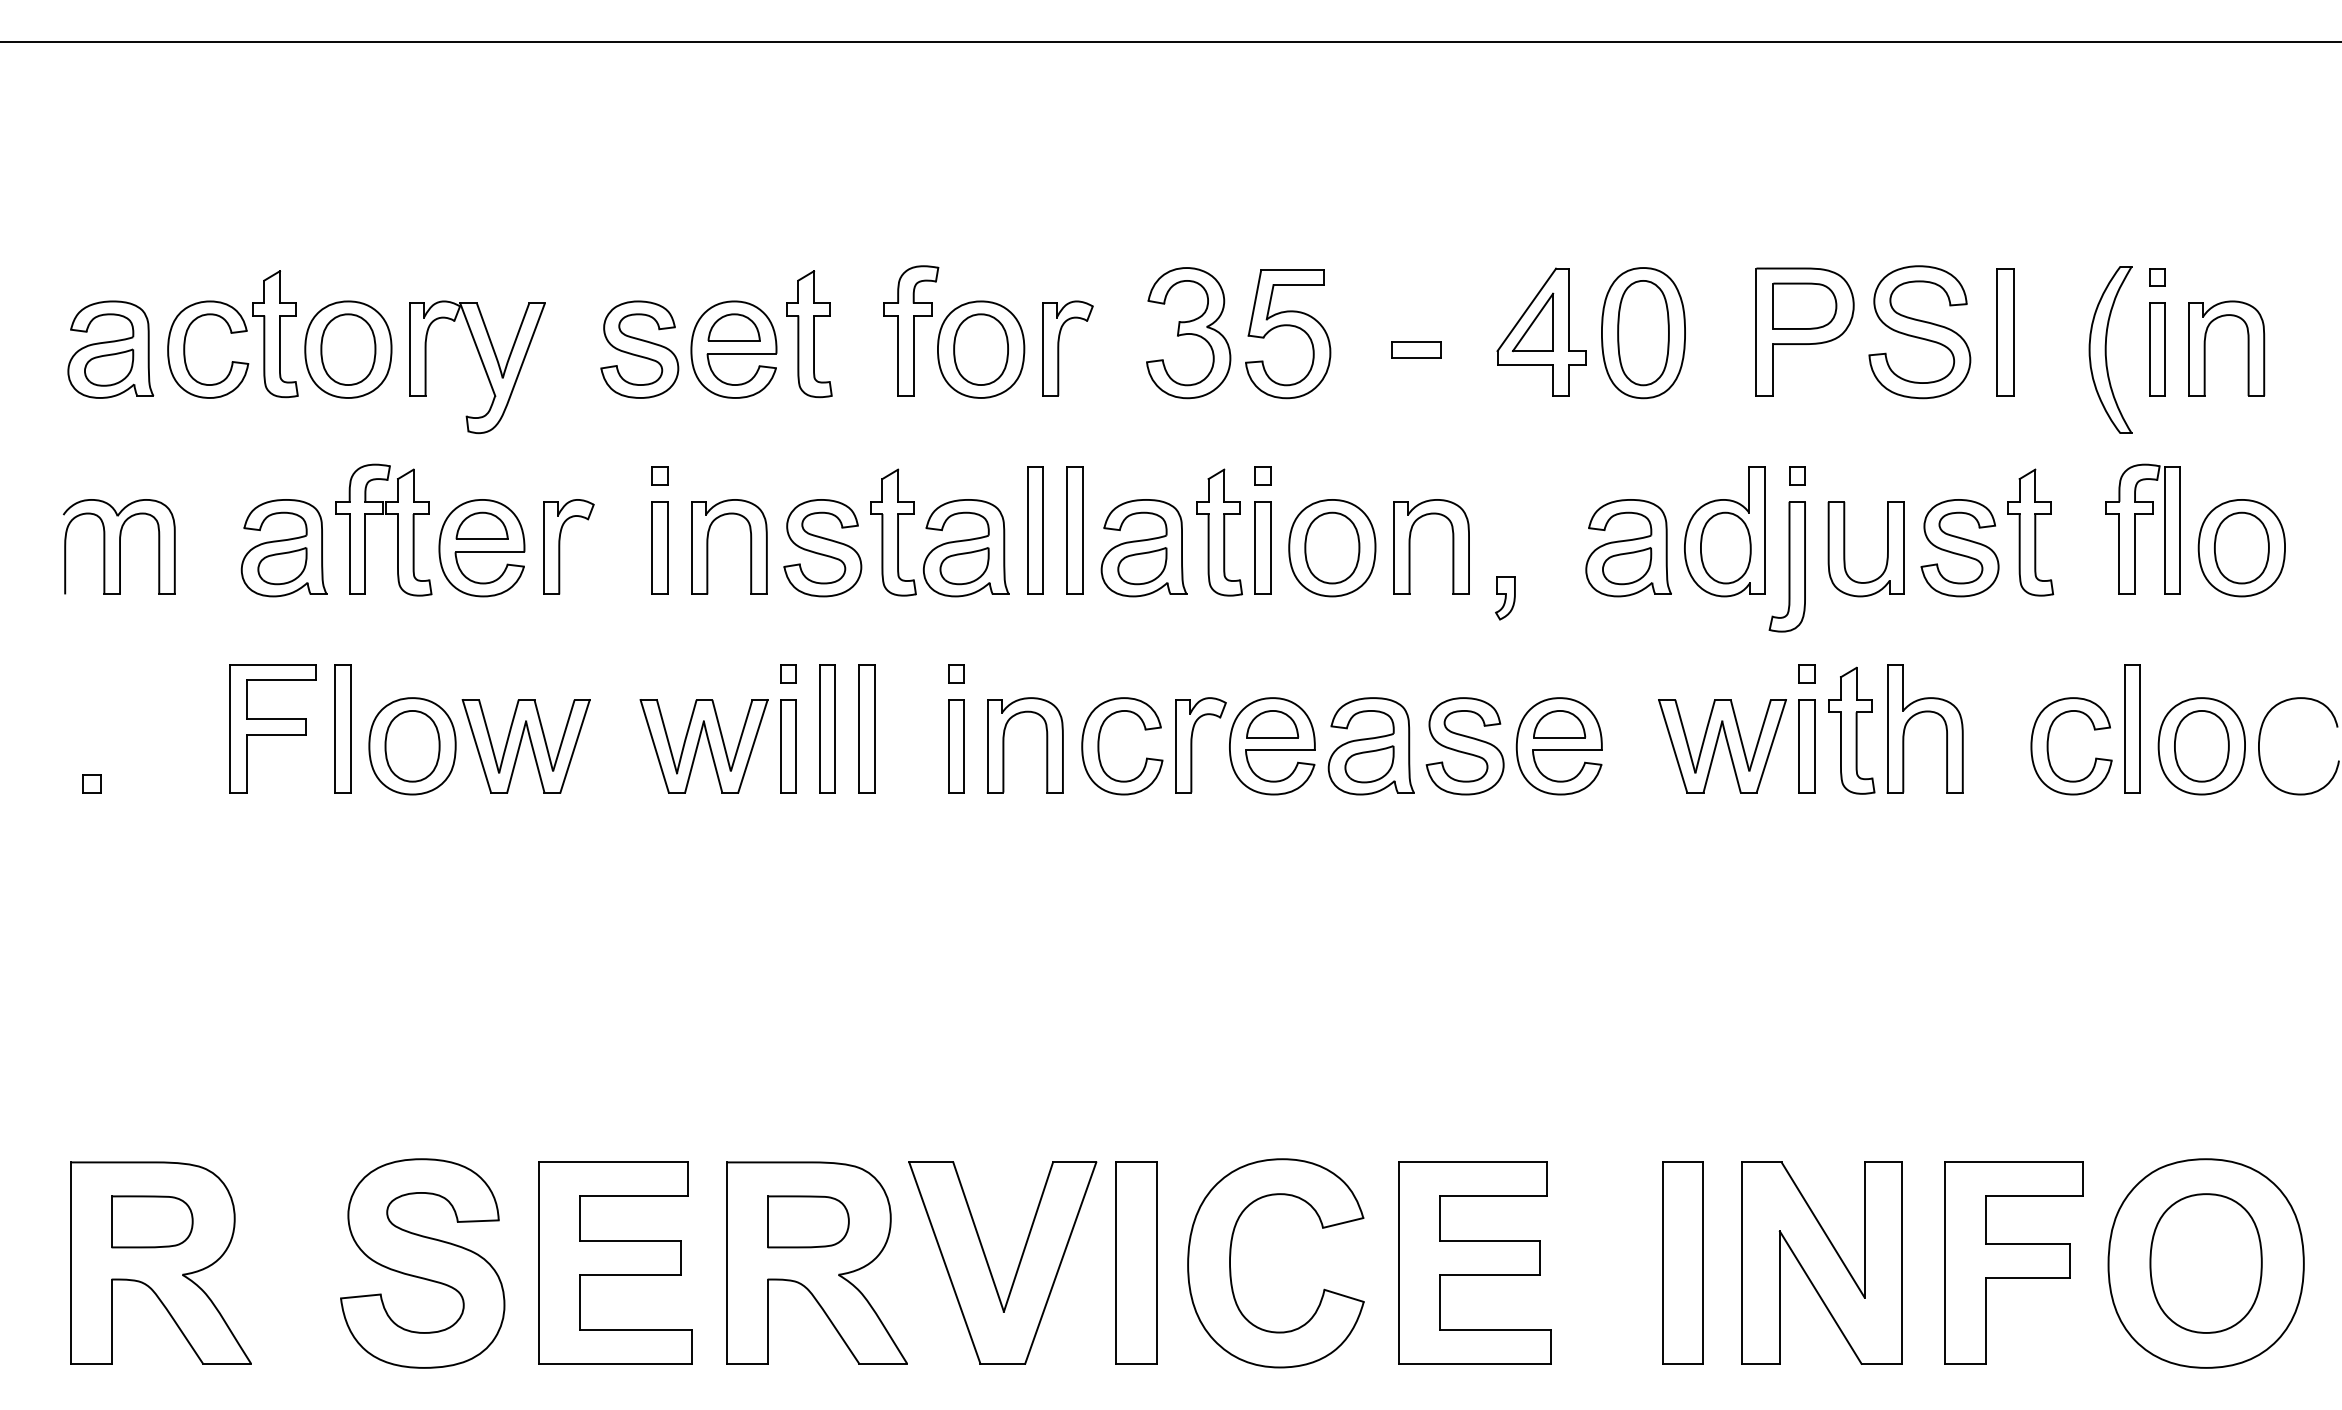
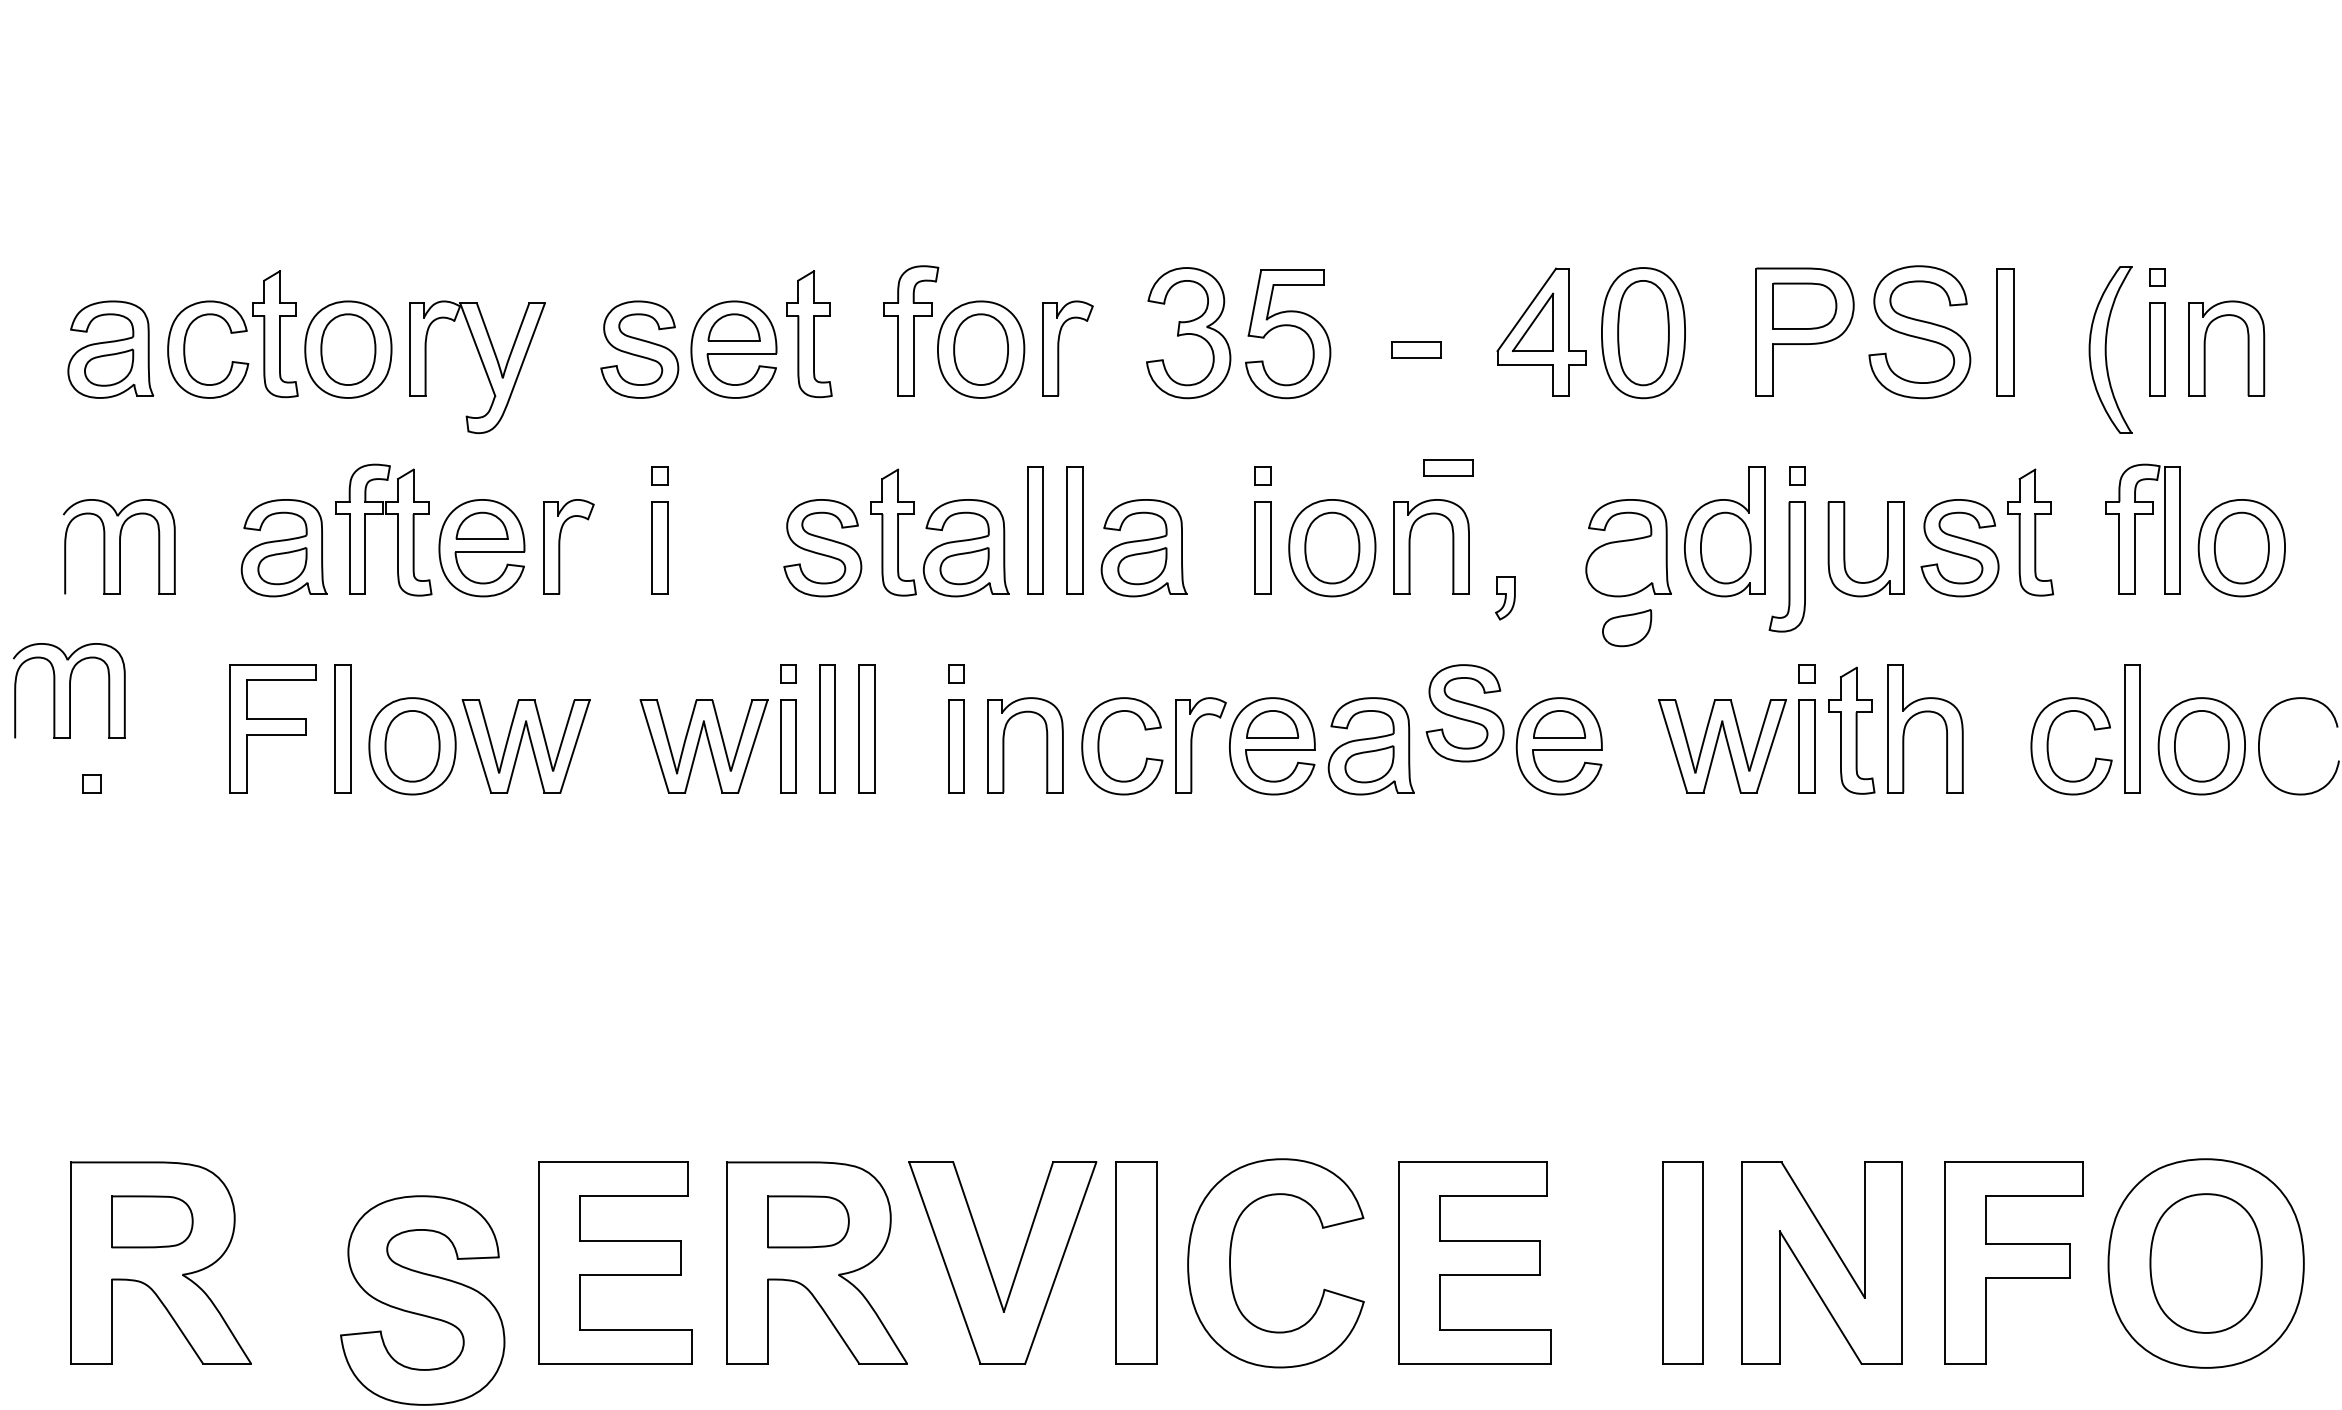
line at (1170, 42): present -> none
part at (1448, 467): none -> present
part at (1219, 532): present -> none
part at (708, 546): present -> none
part at (1627, 566) position: (1627, 566) -> (1627, 628)
part at (69, 690): none -> present
part at (1464, 746) position: (1464, 746) -> (1464, 713)
part at (422, 1263) position: (422, 1263) -> (422, 1300)
